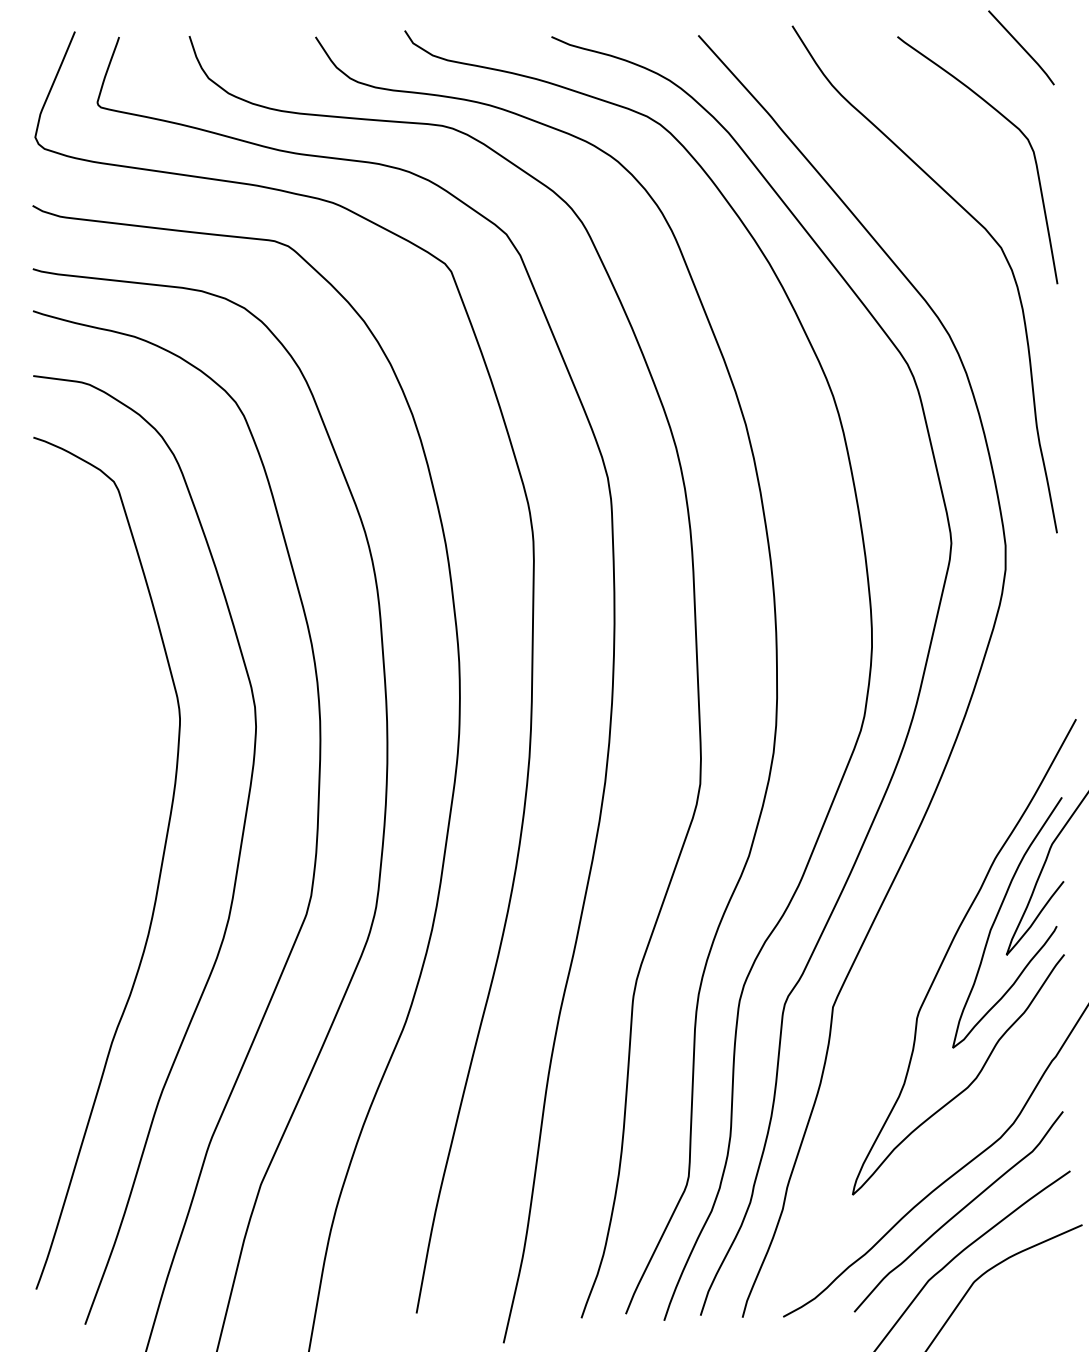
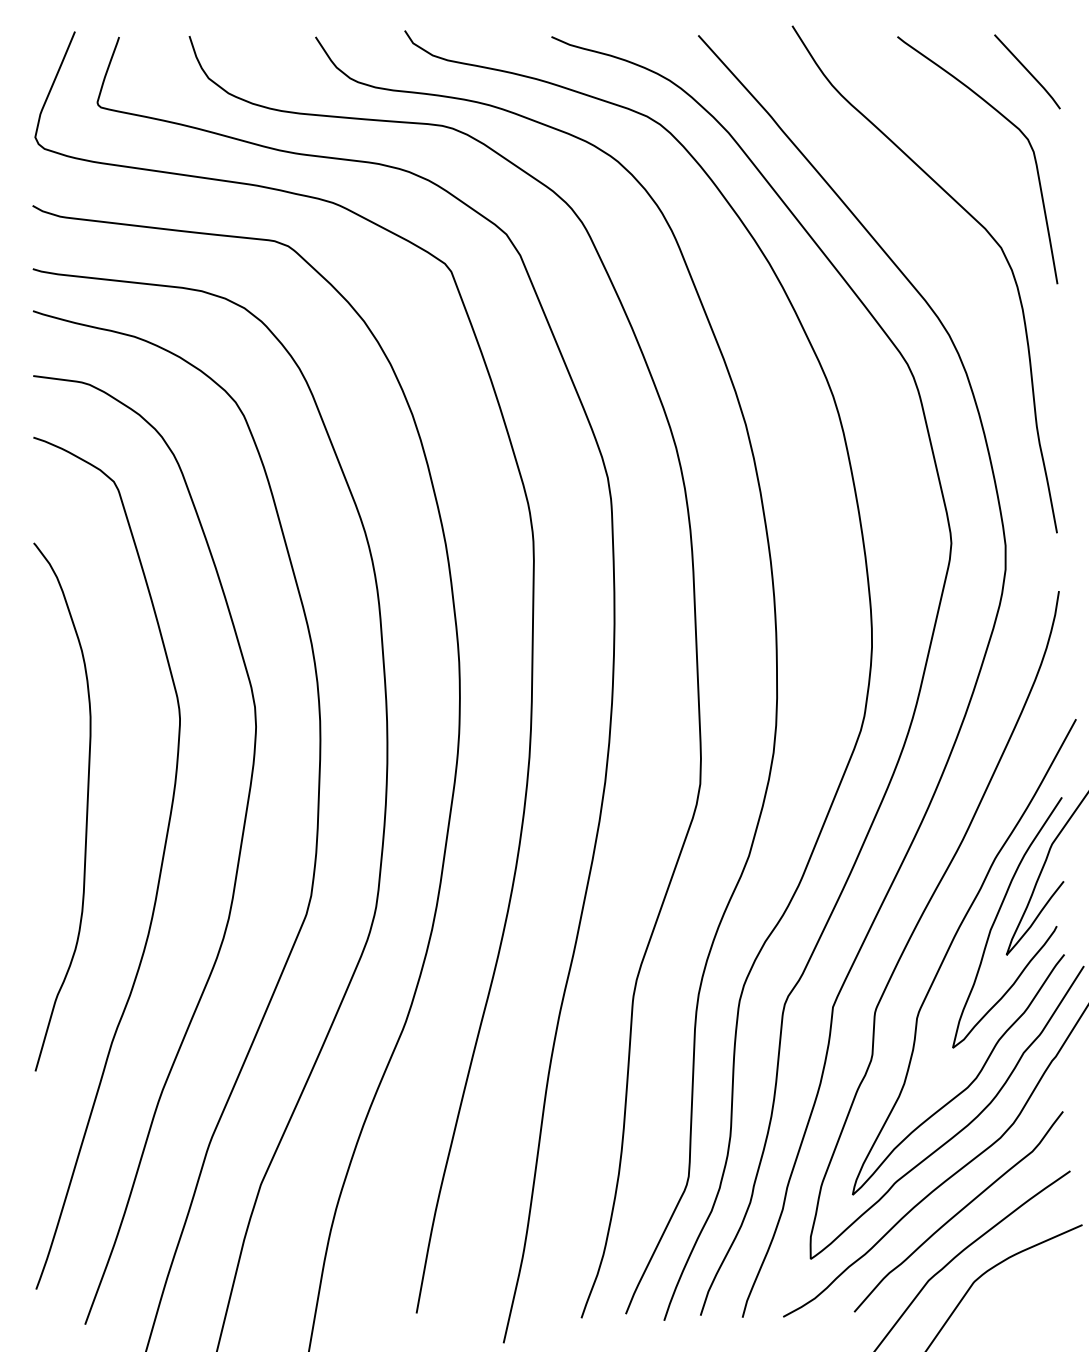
line at (1021, 47) position: (1021, 47) -> (1027, 71)
curve at (86, 806): none -> present
curve at (923, 914): none -> present
